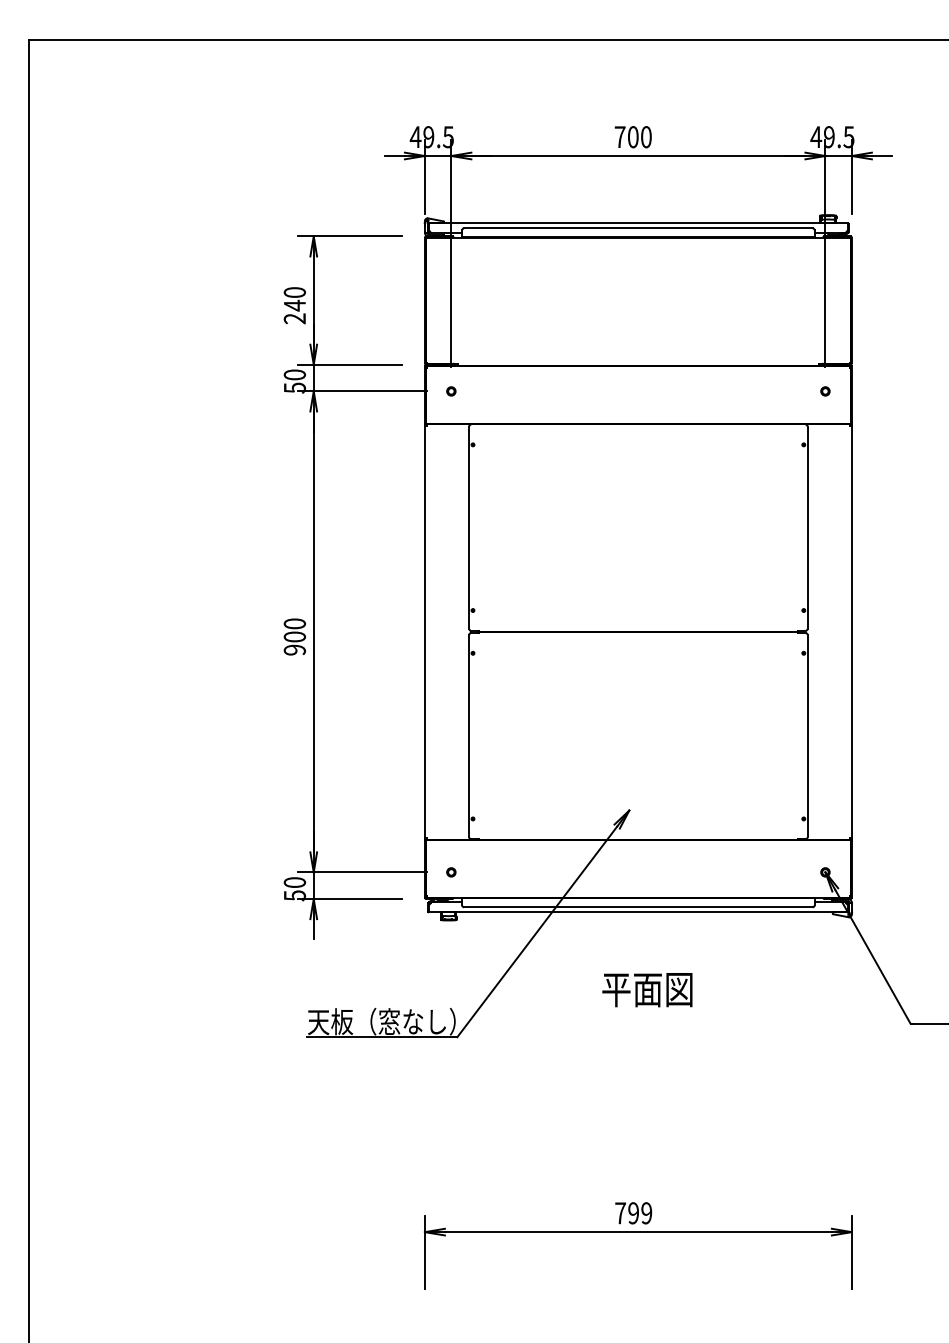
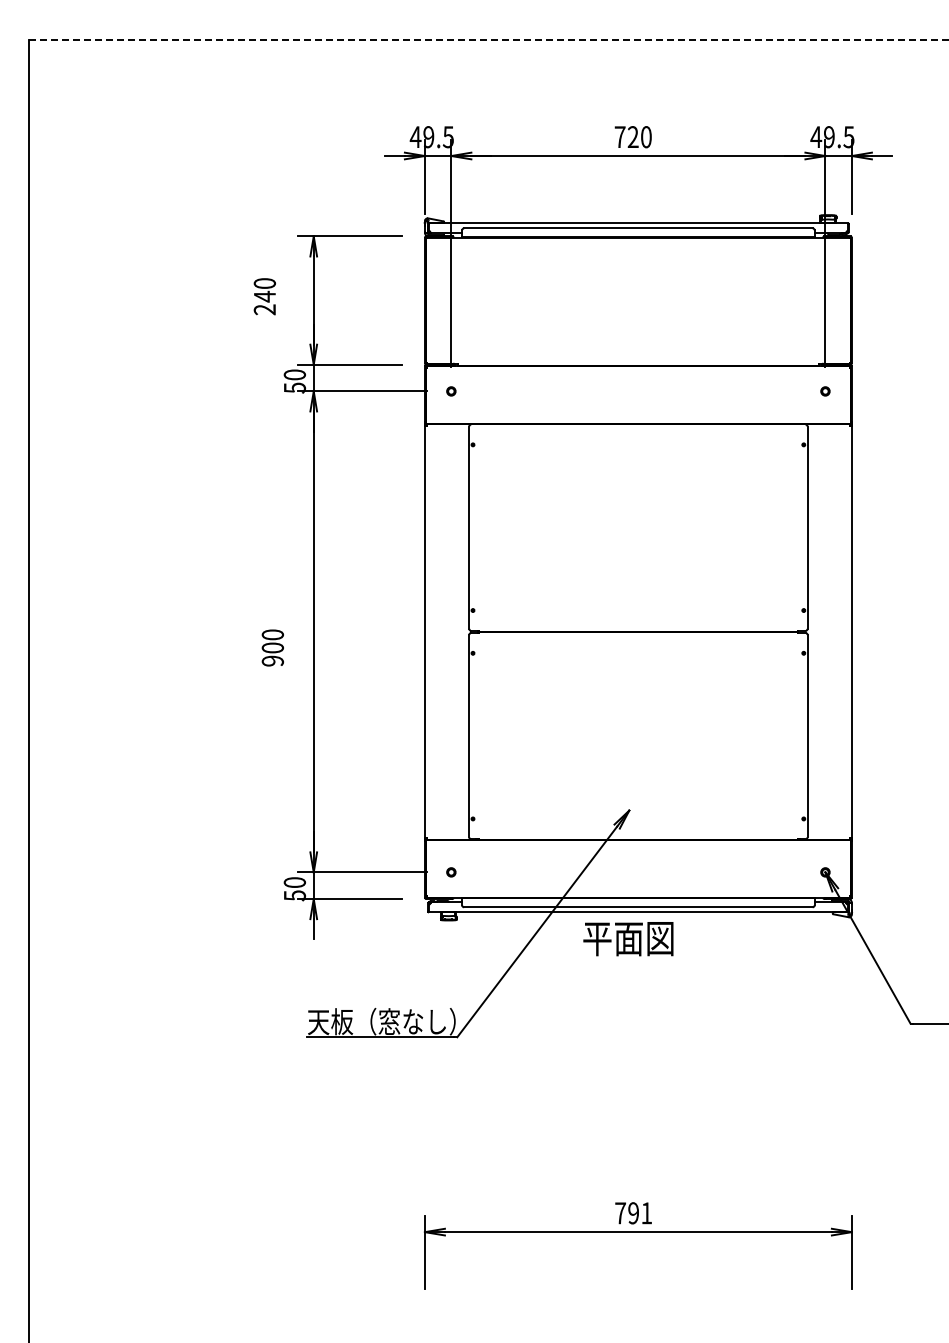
line at (488, 40): solid -> dashed
text at (632, 137): 700 -> 720
text at (294, 305) position: (294, 305) -> (264, 296)
text at (294, 636) position: (294, 636) -> (272, 647)
text at (647, 990) position: (647, 990) -> (628, 939)
text at (646, 1213): 799 -> 791
